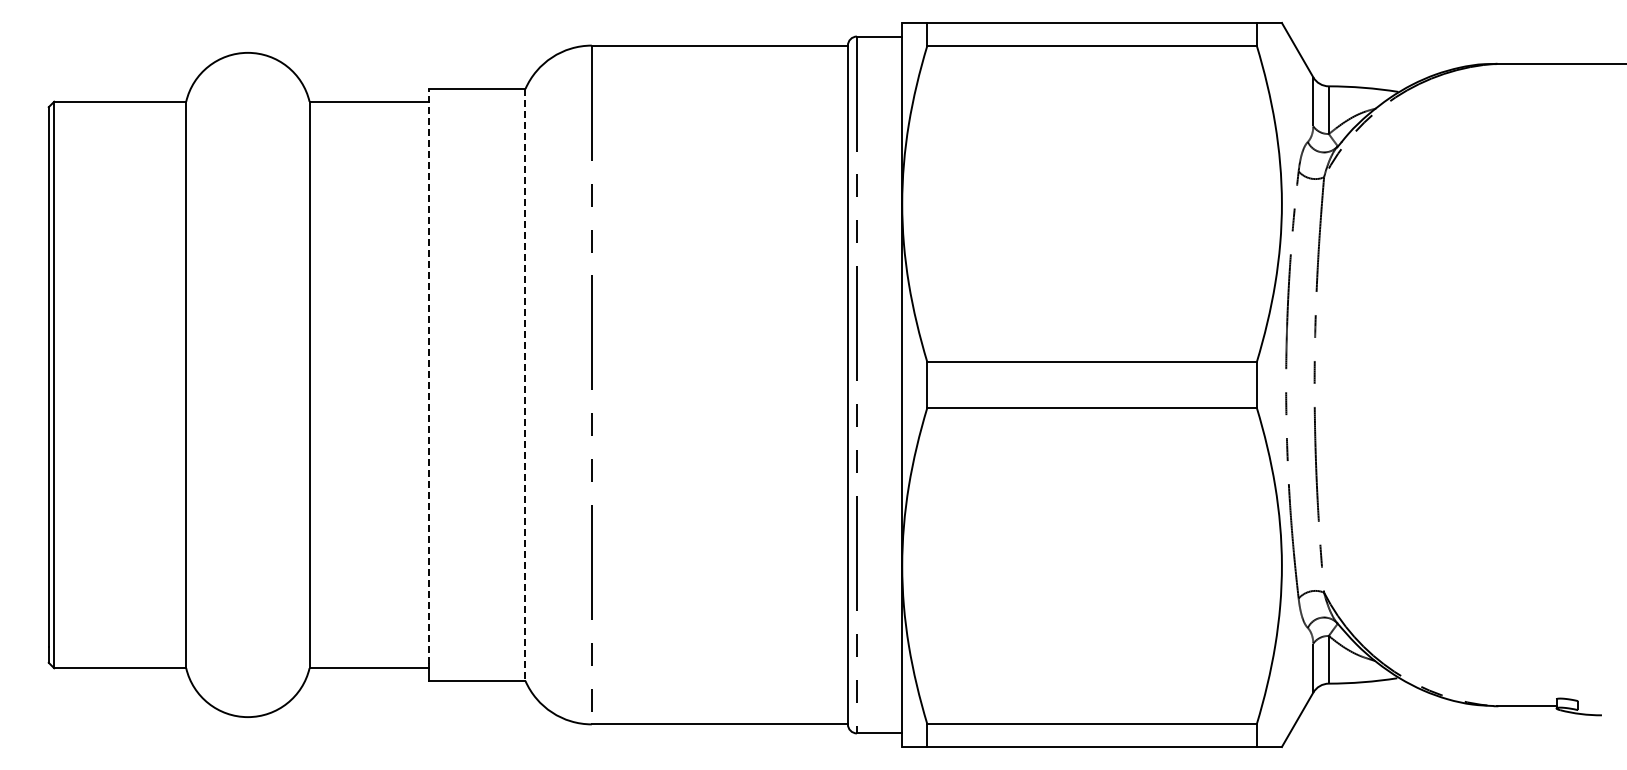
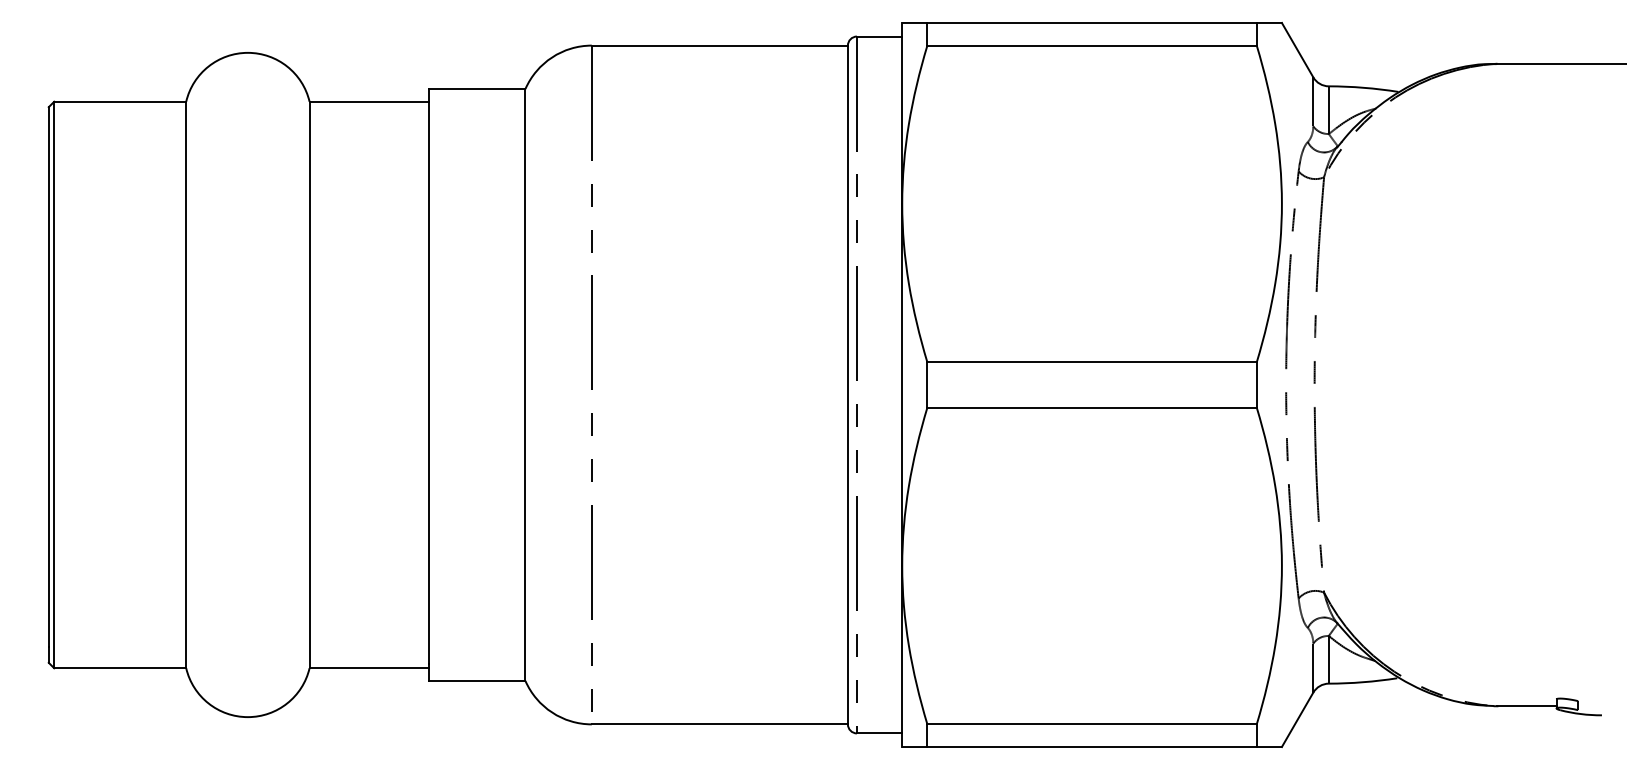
line at (428, 376): dashed -> solid
line at (525, 385): dashed -> solid
